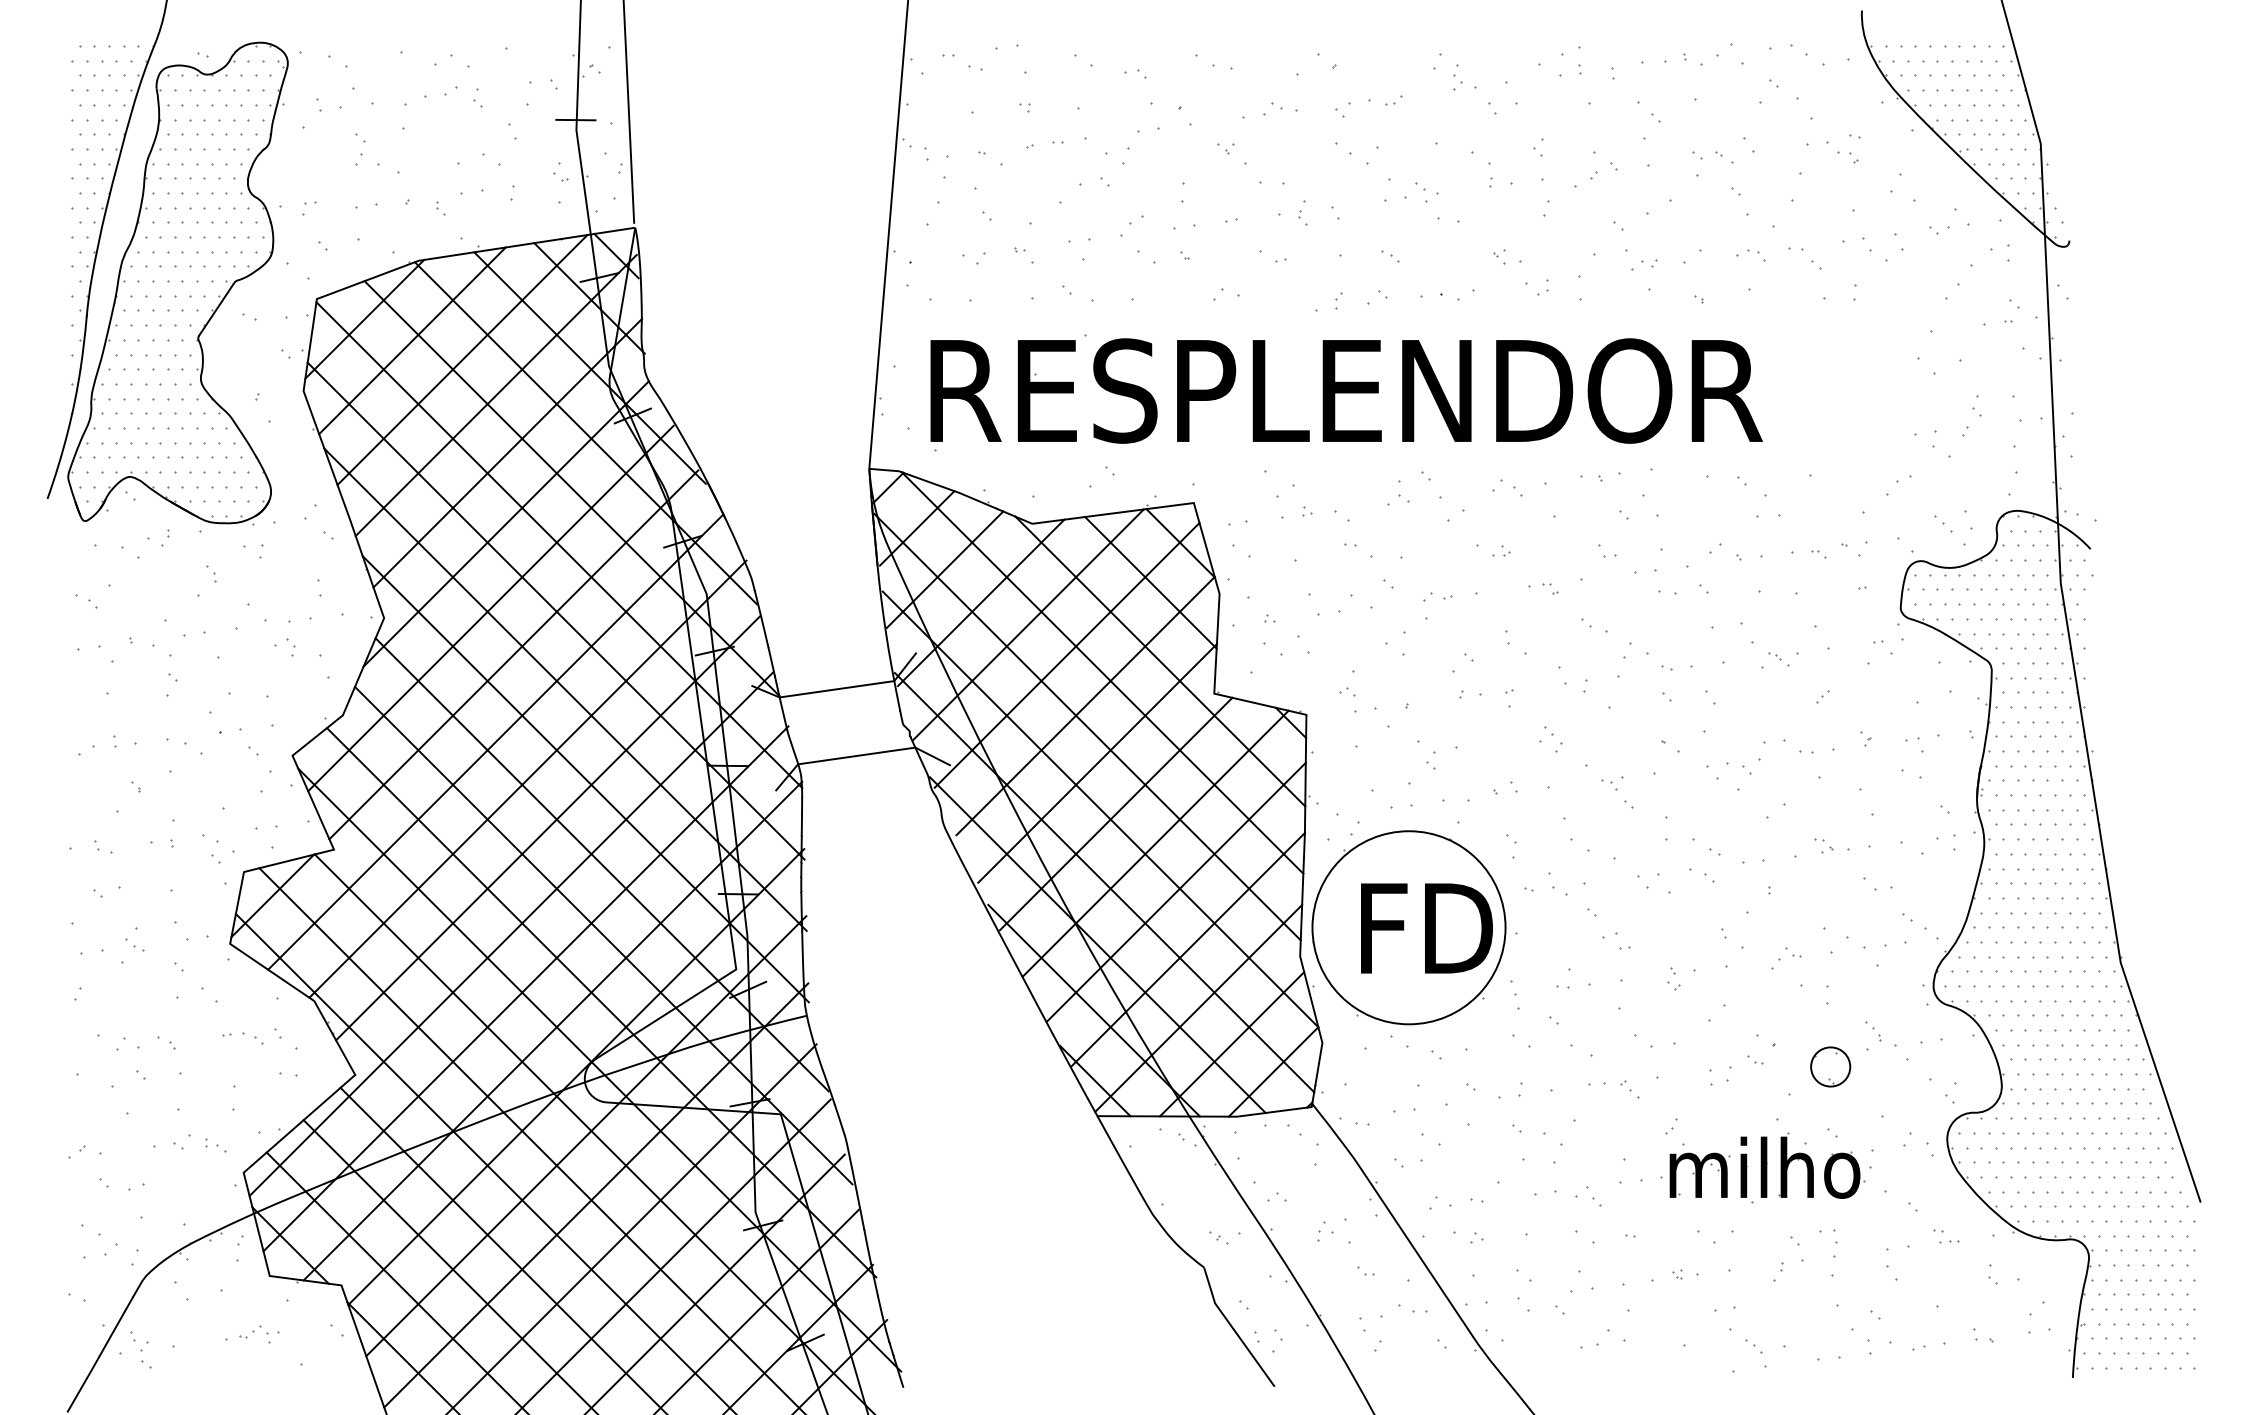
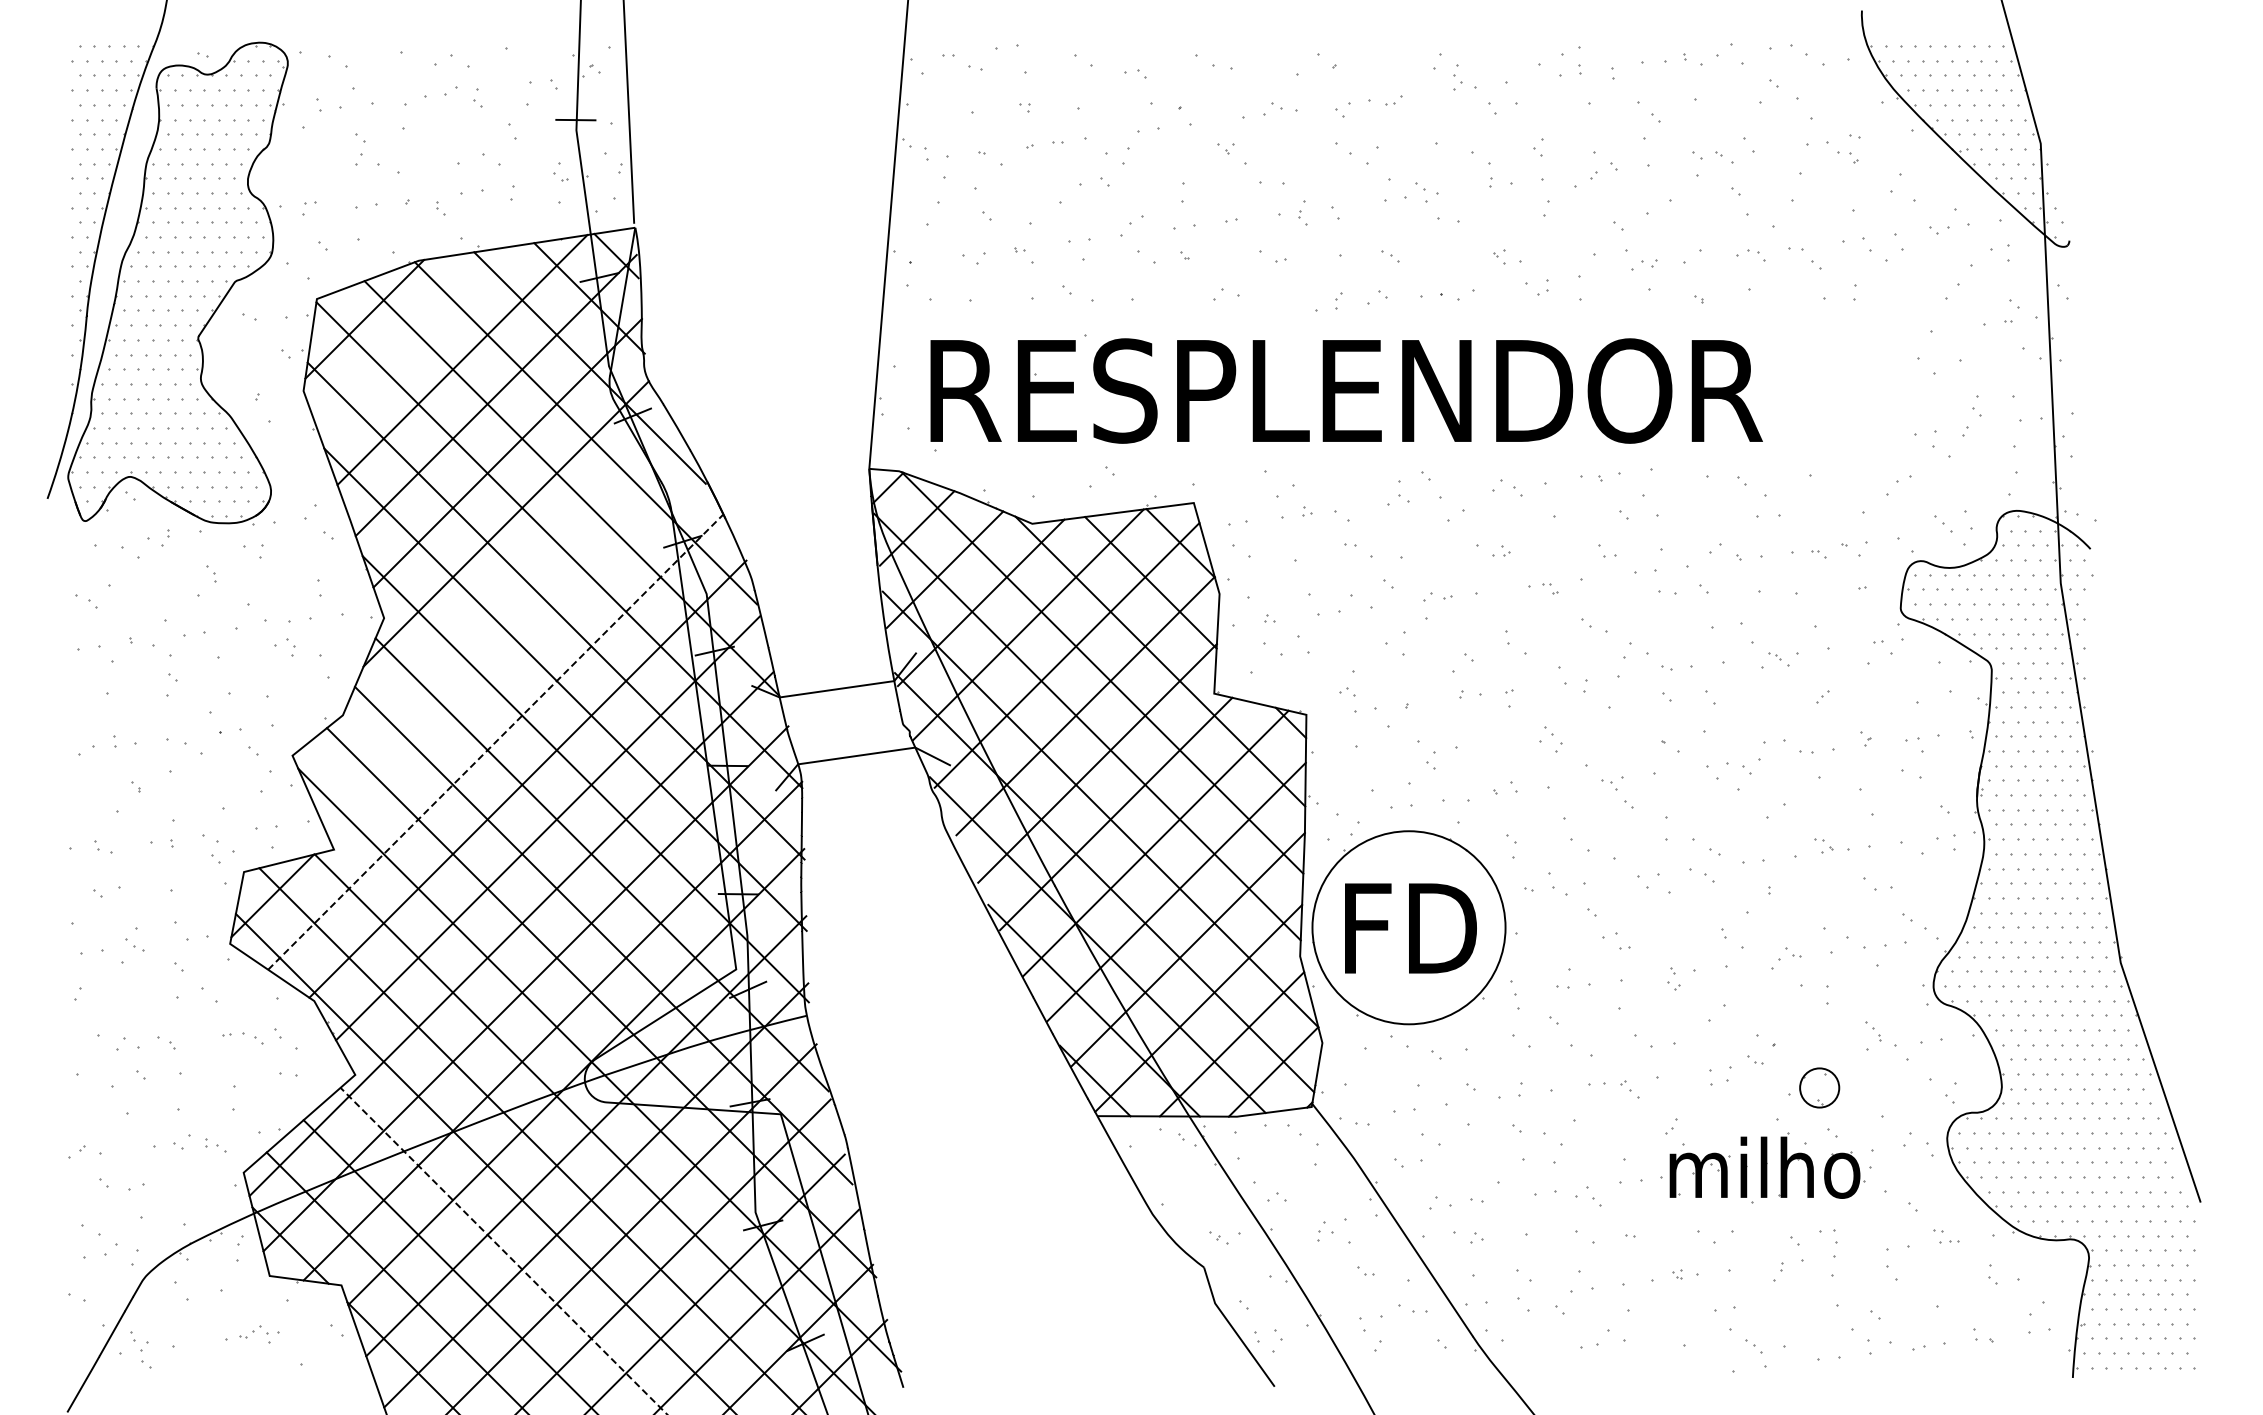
line at (412, 340): present -> none
line at (490, 608): present -> none
line at (513, 654): present -> none
line at (495, 742): solid -> dashed
text at (1426, 928) position: (1426, 928) -> (1410, 928)
part at (1830, 1066) position: (1830, 1066) -> (1819, 1087)
line at (503, 1251): solid -> dashed
